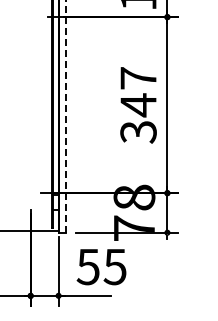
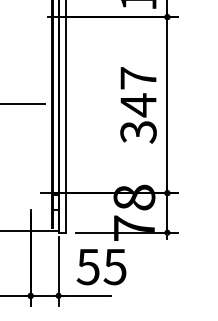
line at (23, 104): none -> present
line at (66, 115): dashed -> solid
